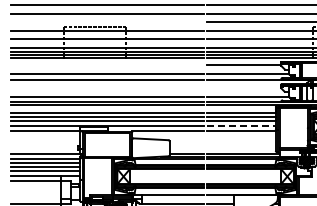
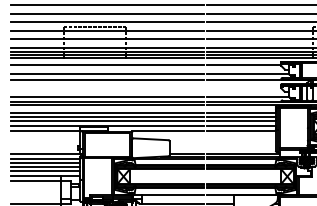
line at (106, 21): none -> present
line at (106, 64): none -> present
line at (242, 126): dashed -> solid
